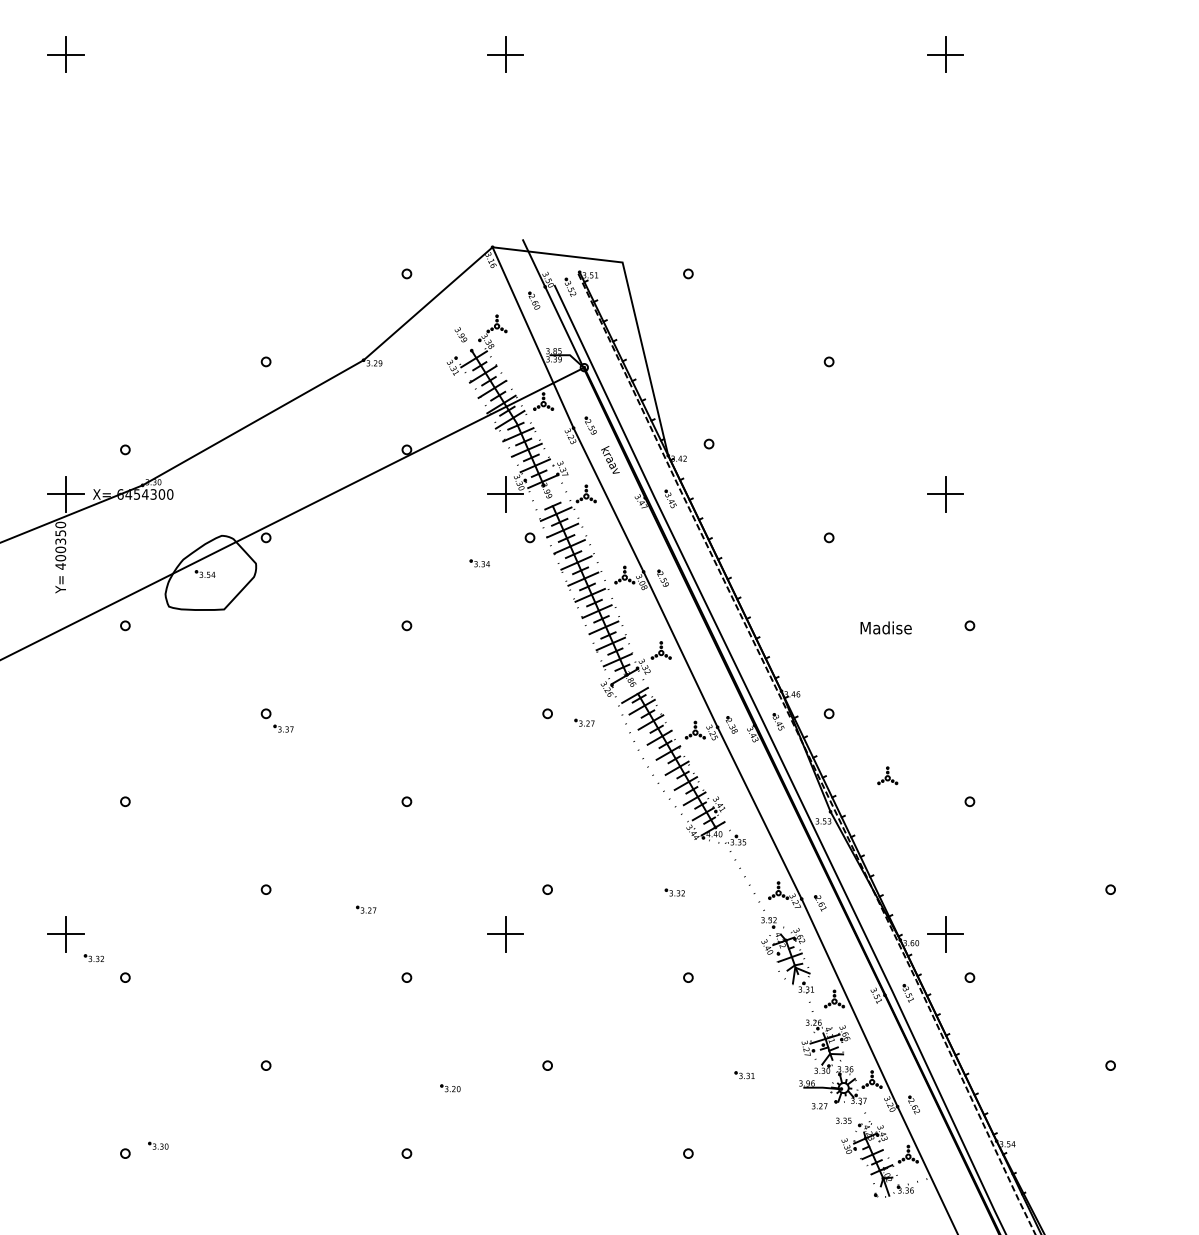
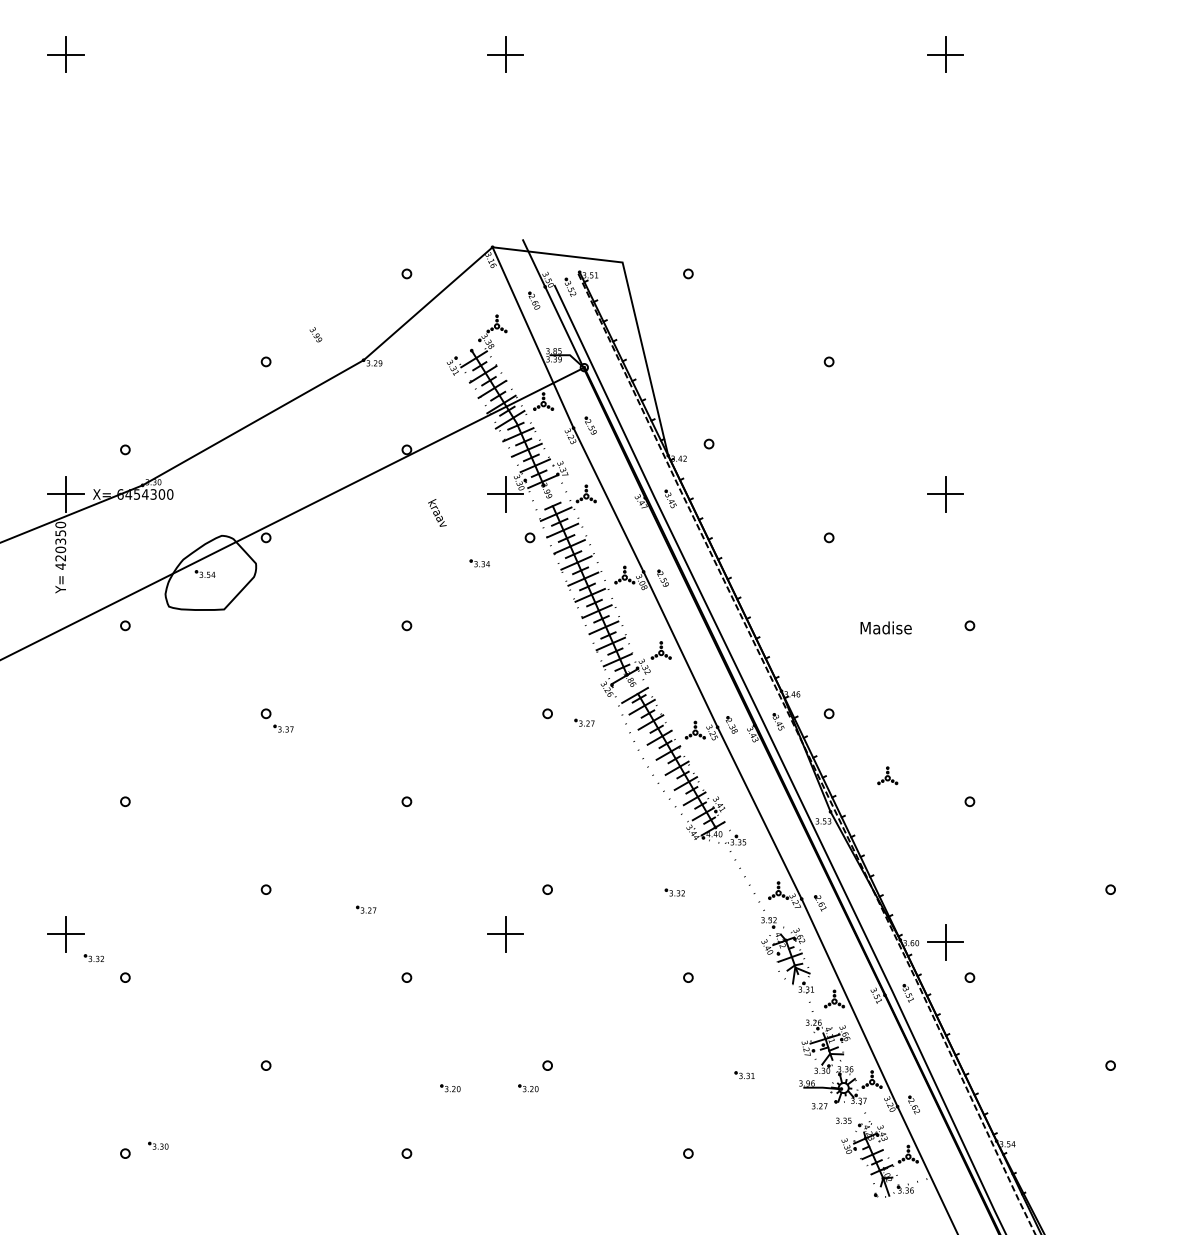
text at (460, 334) position: (460, 334) -> (315, 334)
text at (610, 459) position: (610, 459) -> (437, 512)
text at (60, 558): 400350 -> 420350
part at (945, 934) position: (945, 934) -> (945, 942)
part at (528, 1088): none -> present
